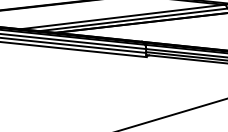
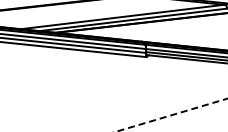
line at (171, 115): solid -> dashed
